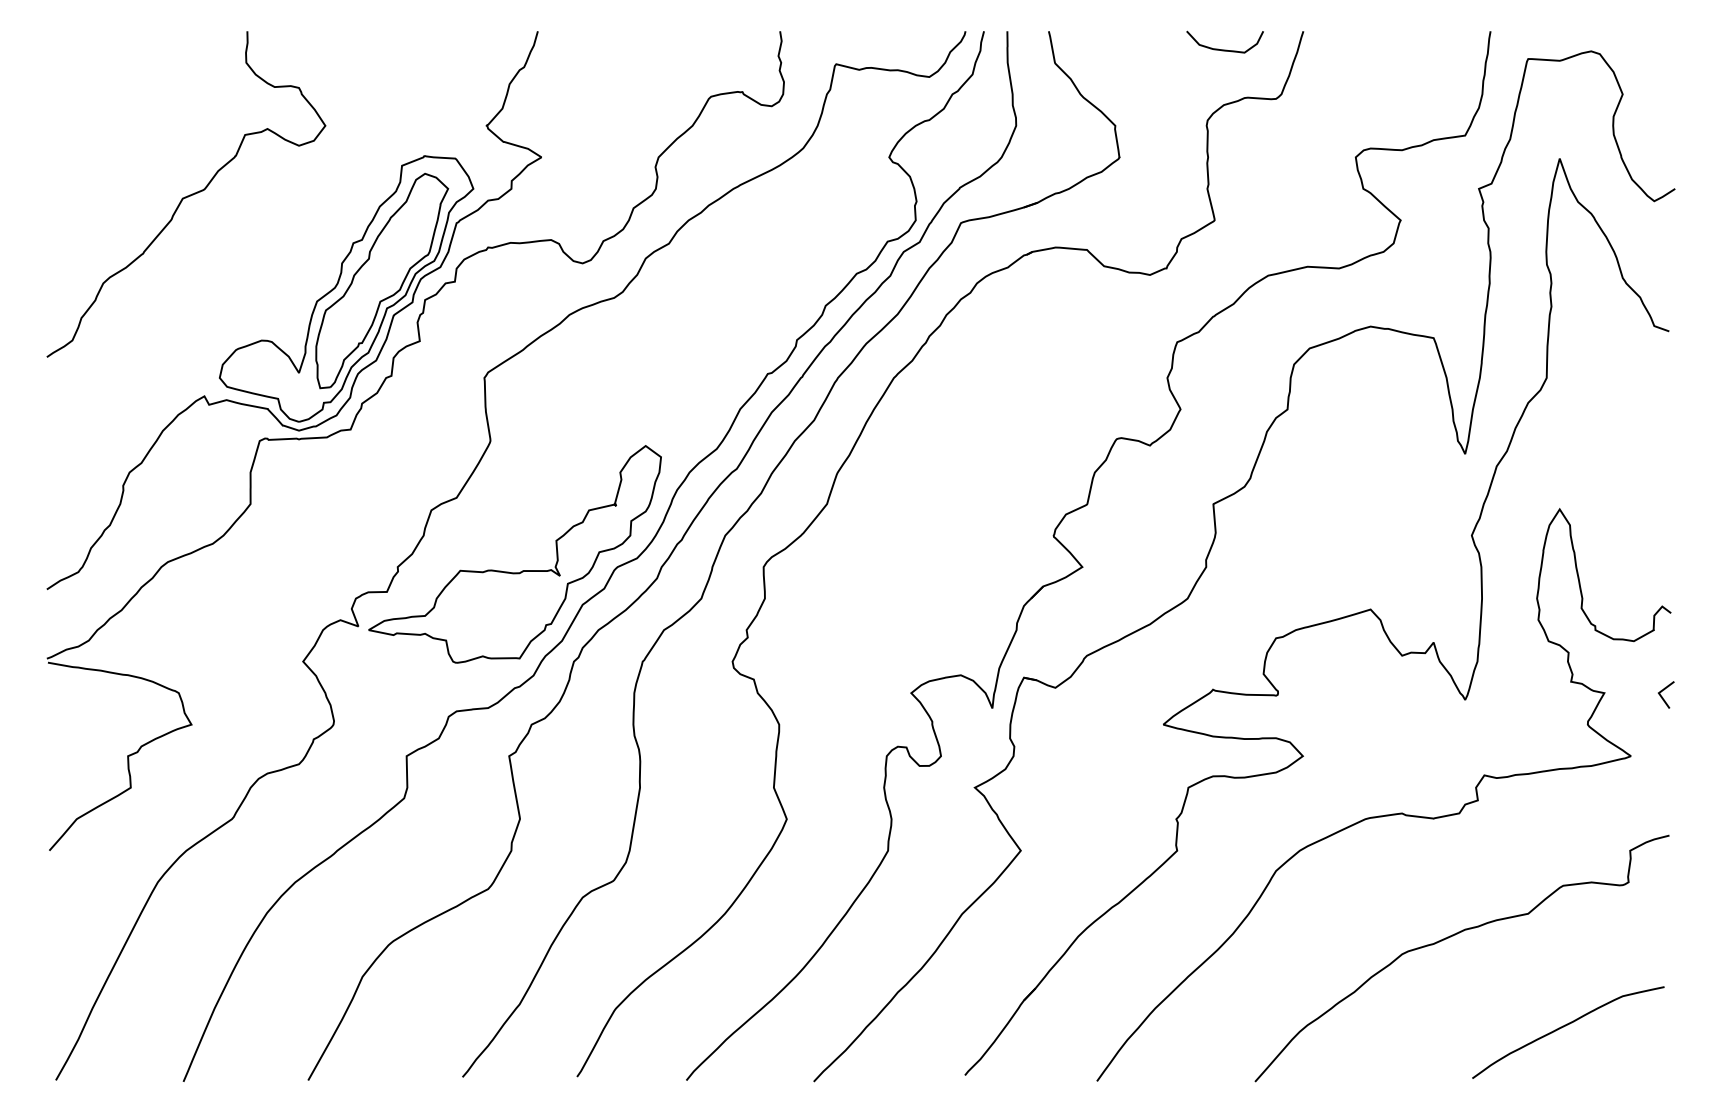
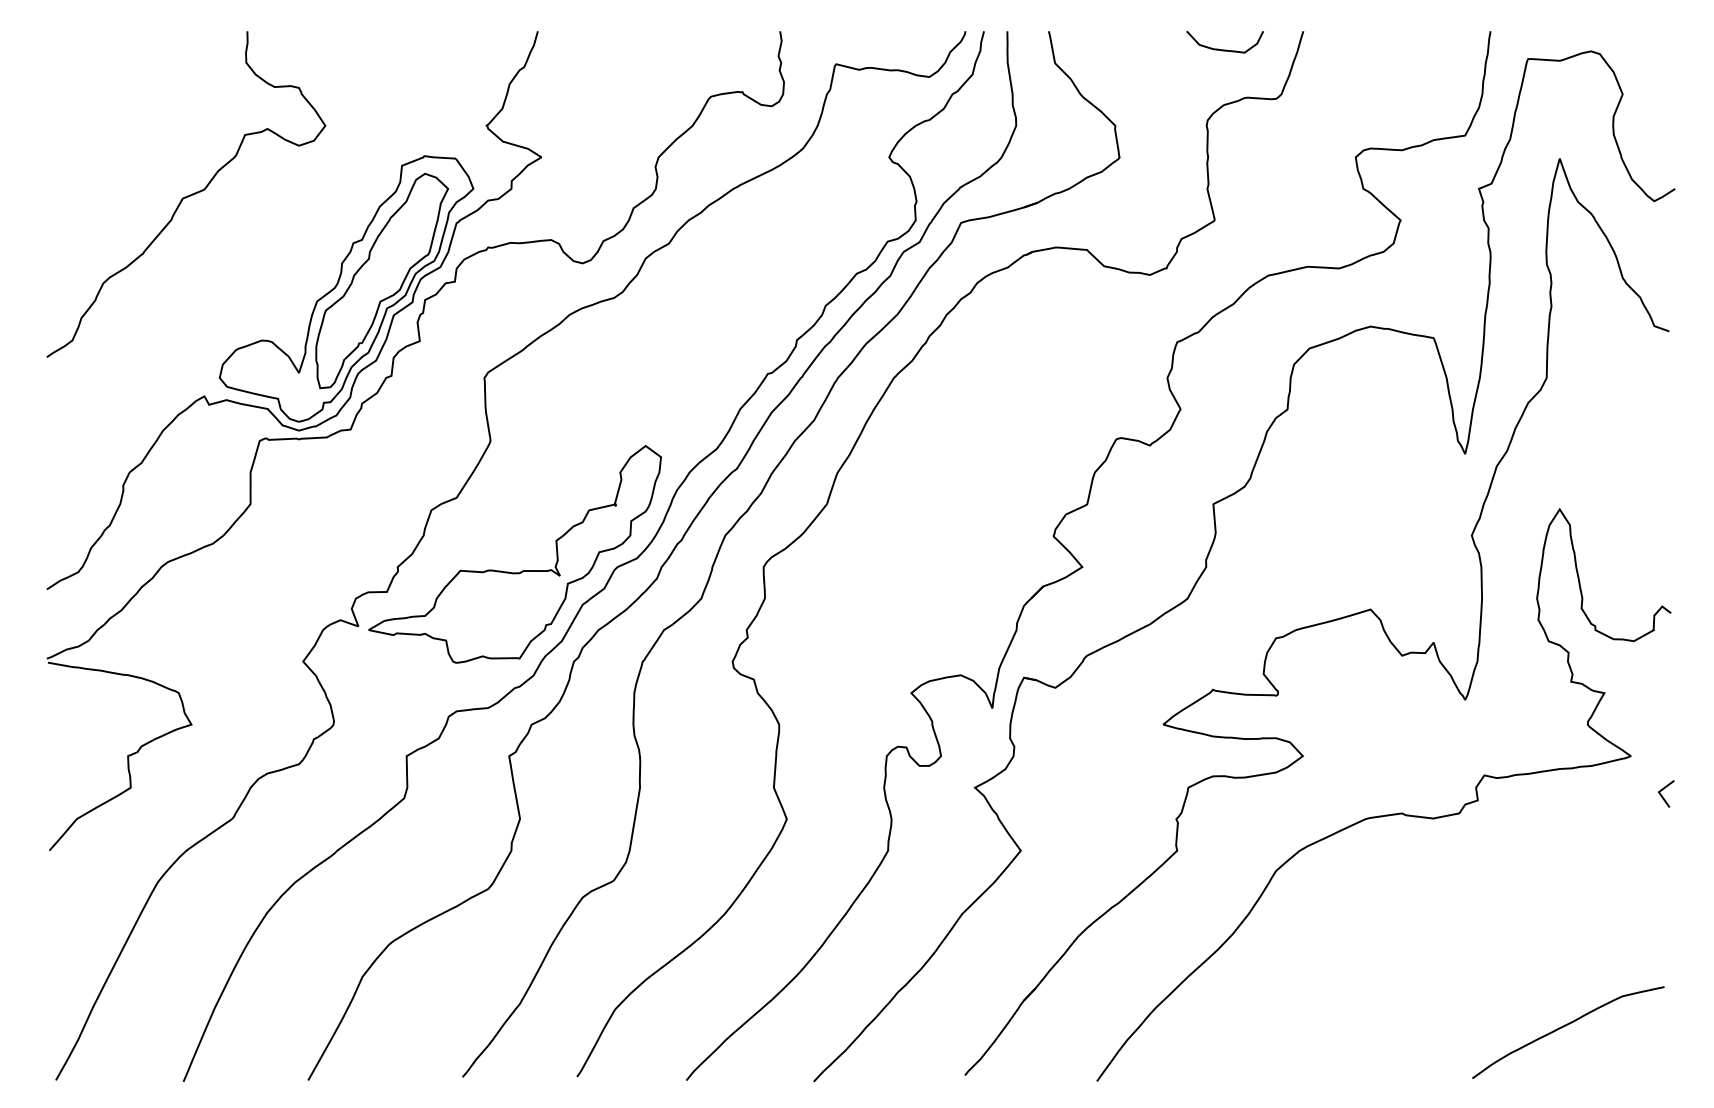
line at (1662, 696) position: (1662, 696) -> (1662, 795)
curve at (1453, 936): present -> none
